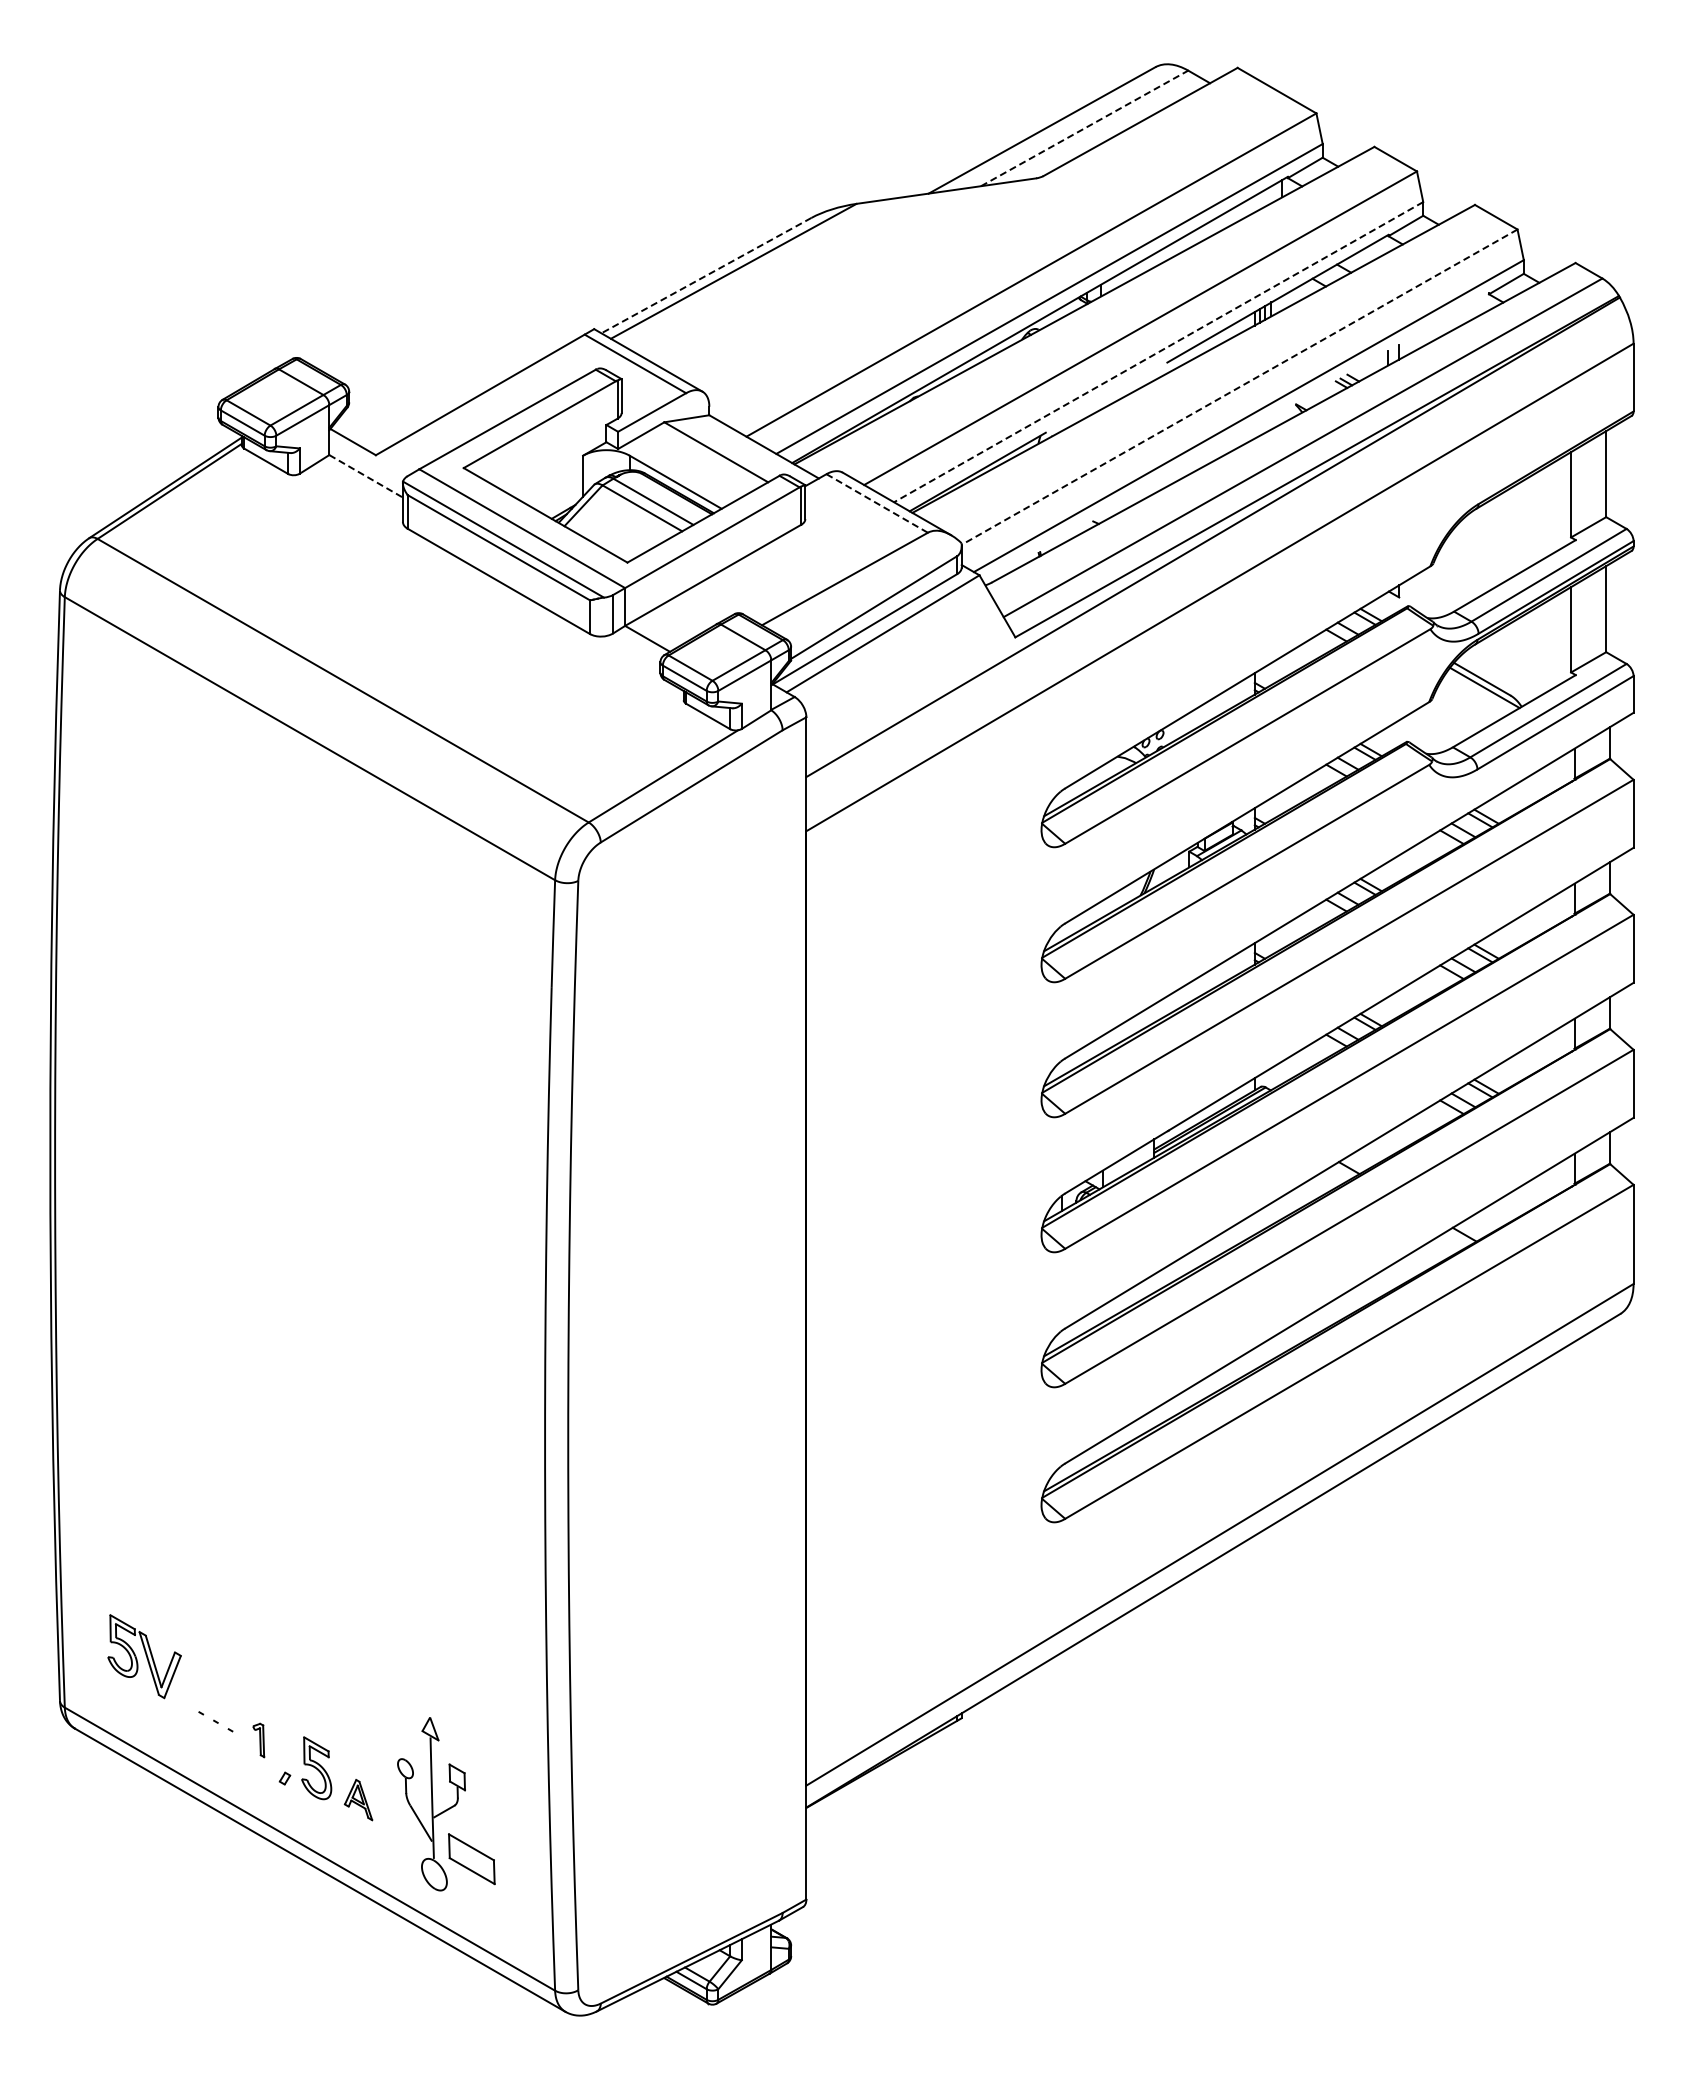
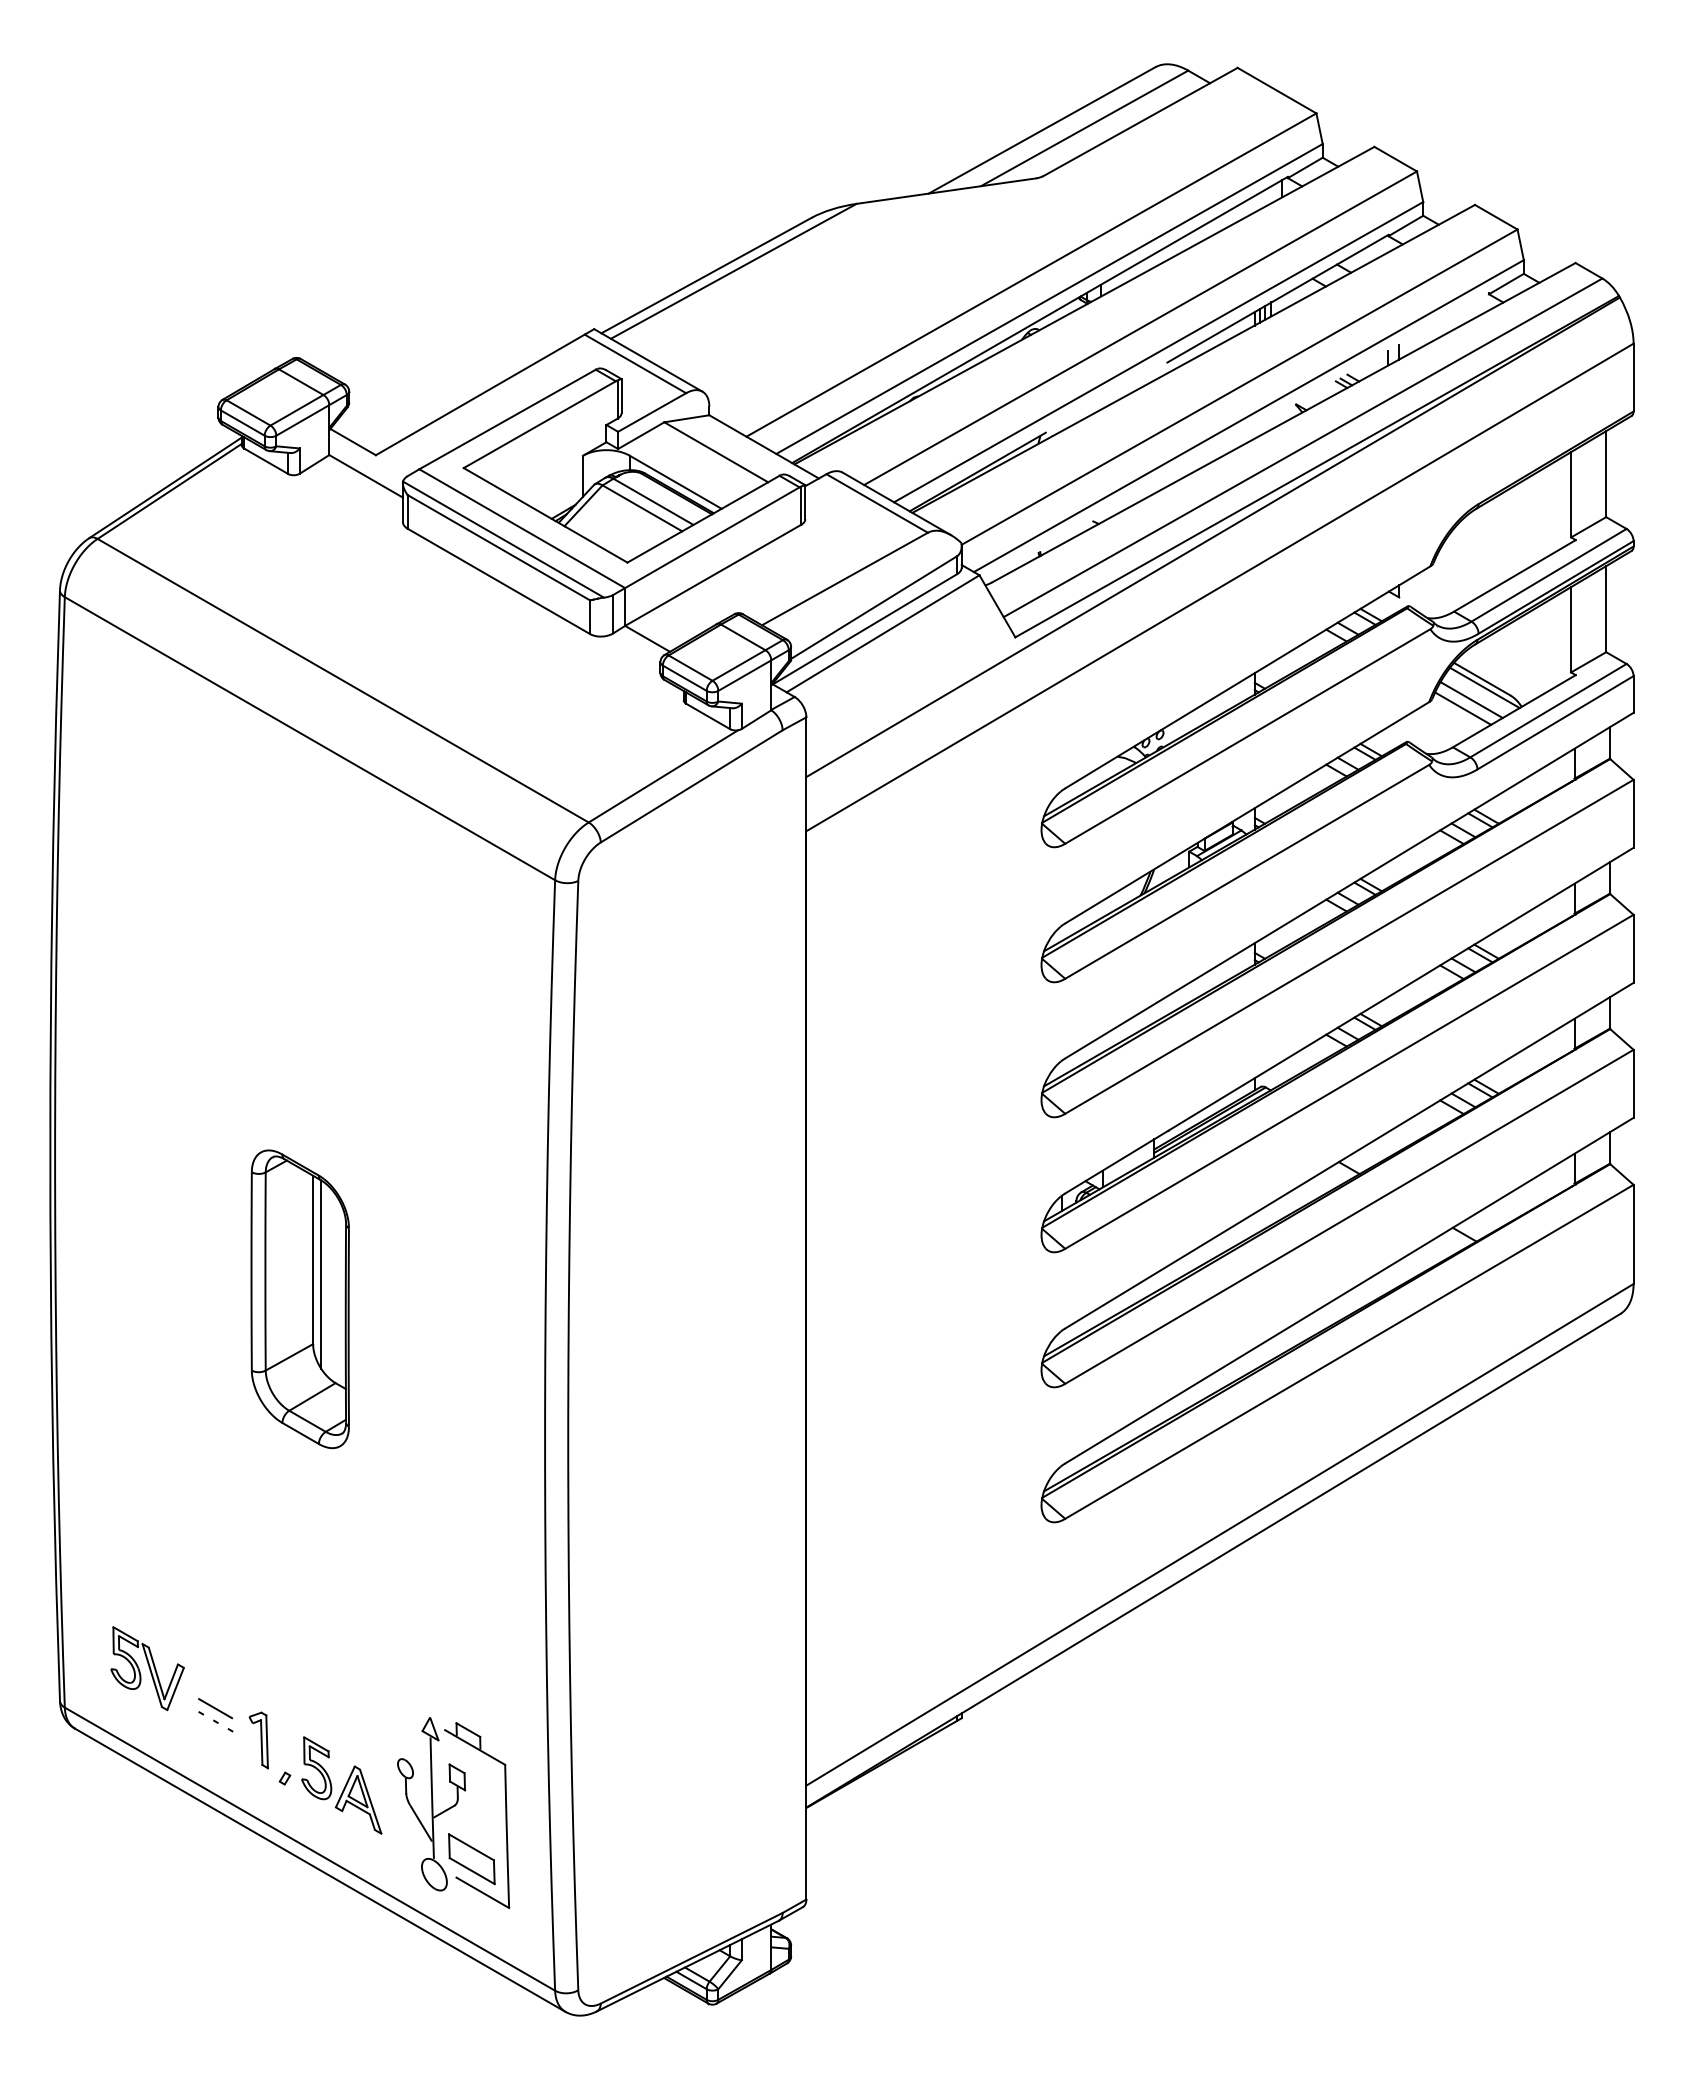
line at (1084, 128): dashed -> solid
line at (706, 275): dashed -> solid
line at (1158, 352): dashed -> solid
line at (1239, 387): dashed -> solid
line at (366, 476): dashed -> solid
line at (877, 503): dashed -> solid
line at (1471, 700): none -> present
line at (1463, 708): none -> present
part at (299, 1299): none -> present
part at (144, 1656) position: (144, 1656) -> (147, 1668)
line at (215, 1708): none -> present
part at (258, 1740) size: 14x37 px -> 21x59 px
part at (358, 1800) size: 31x43 px -> 49x70 px
part at (505, 1815): none -> present
